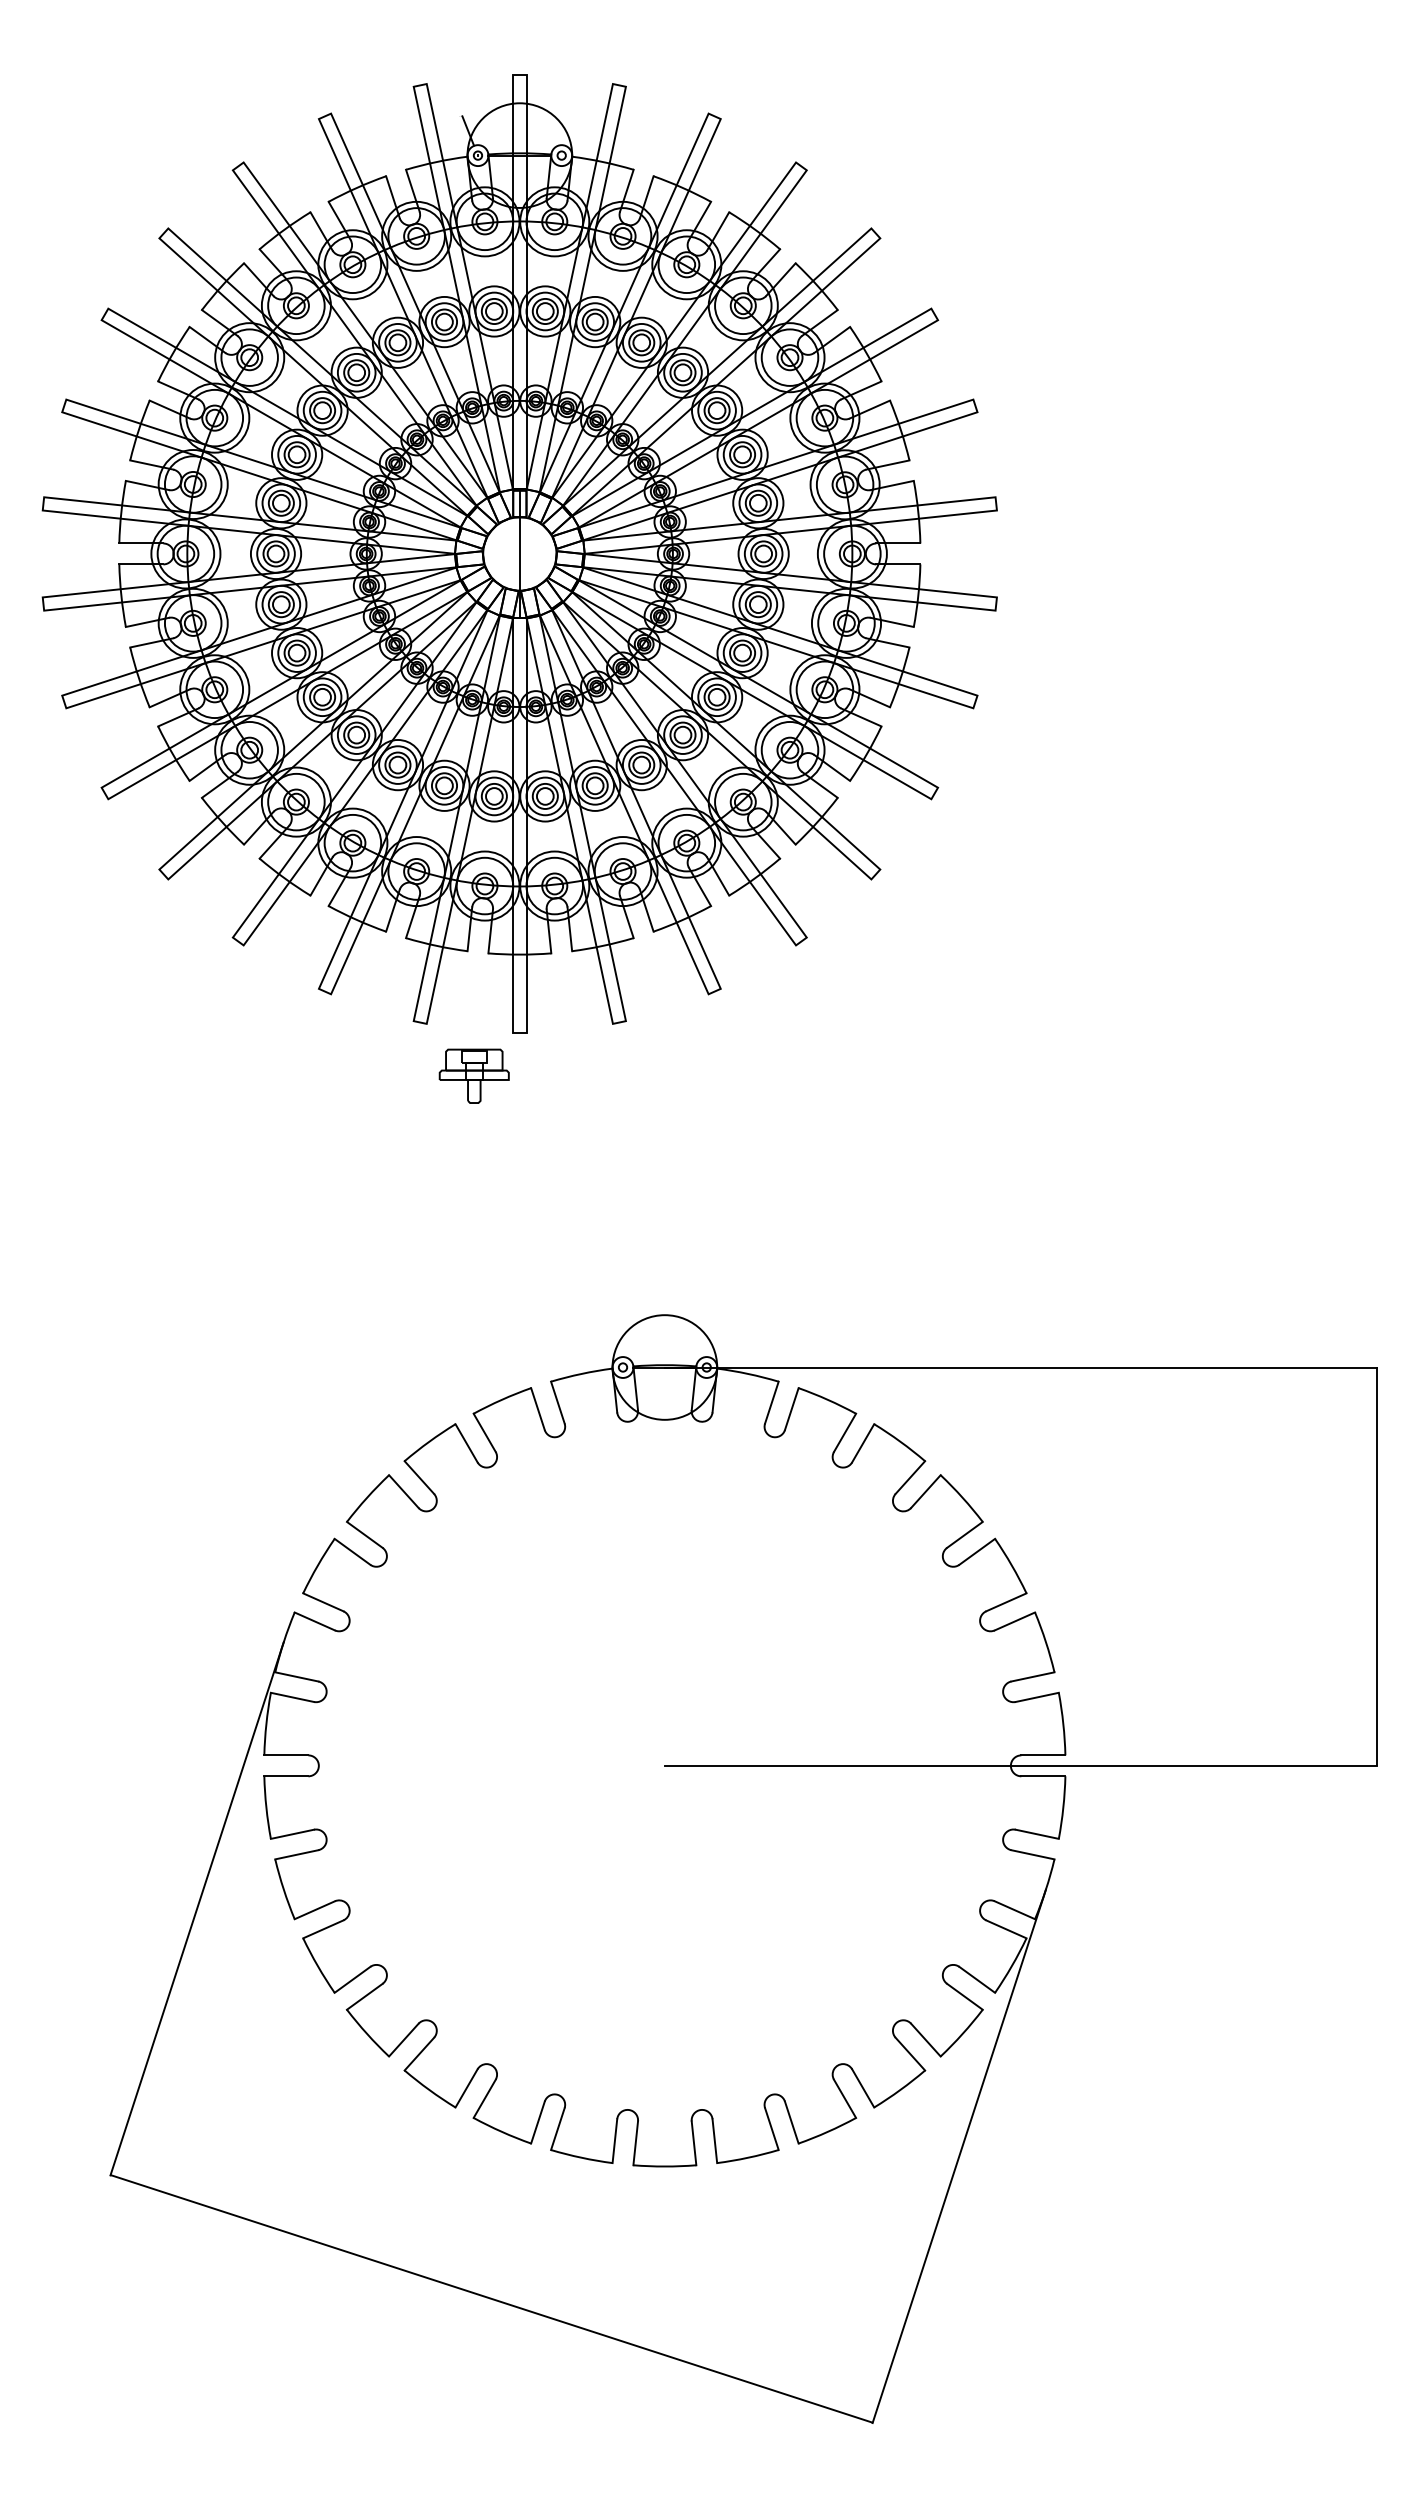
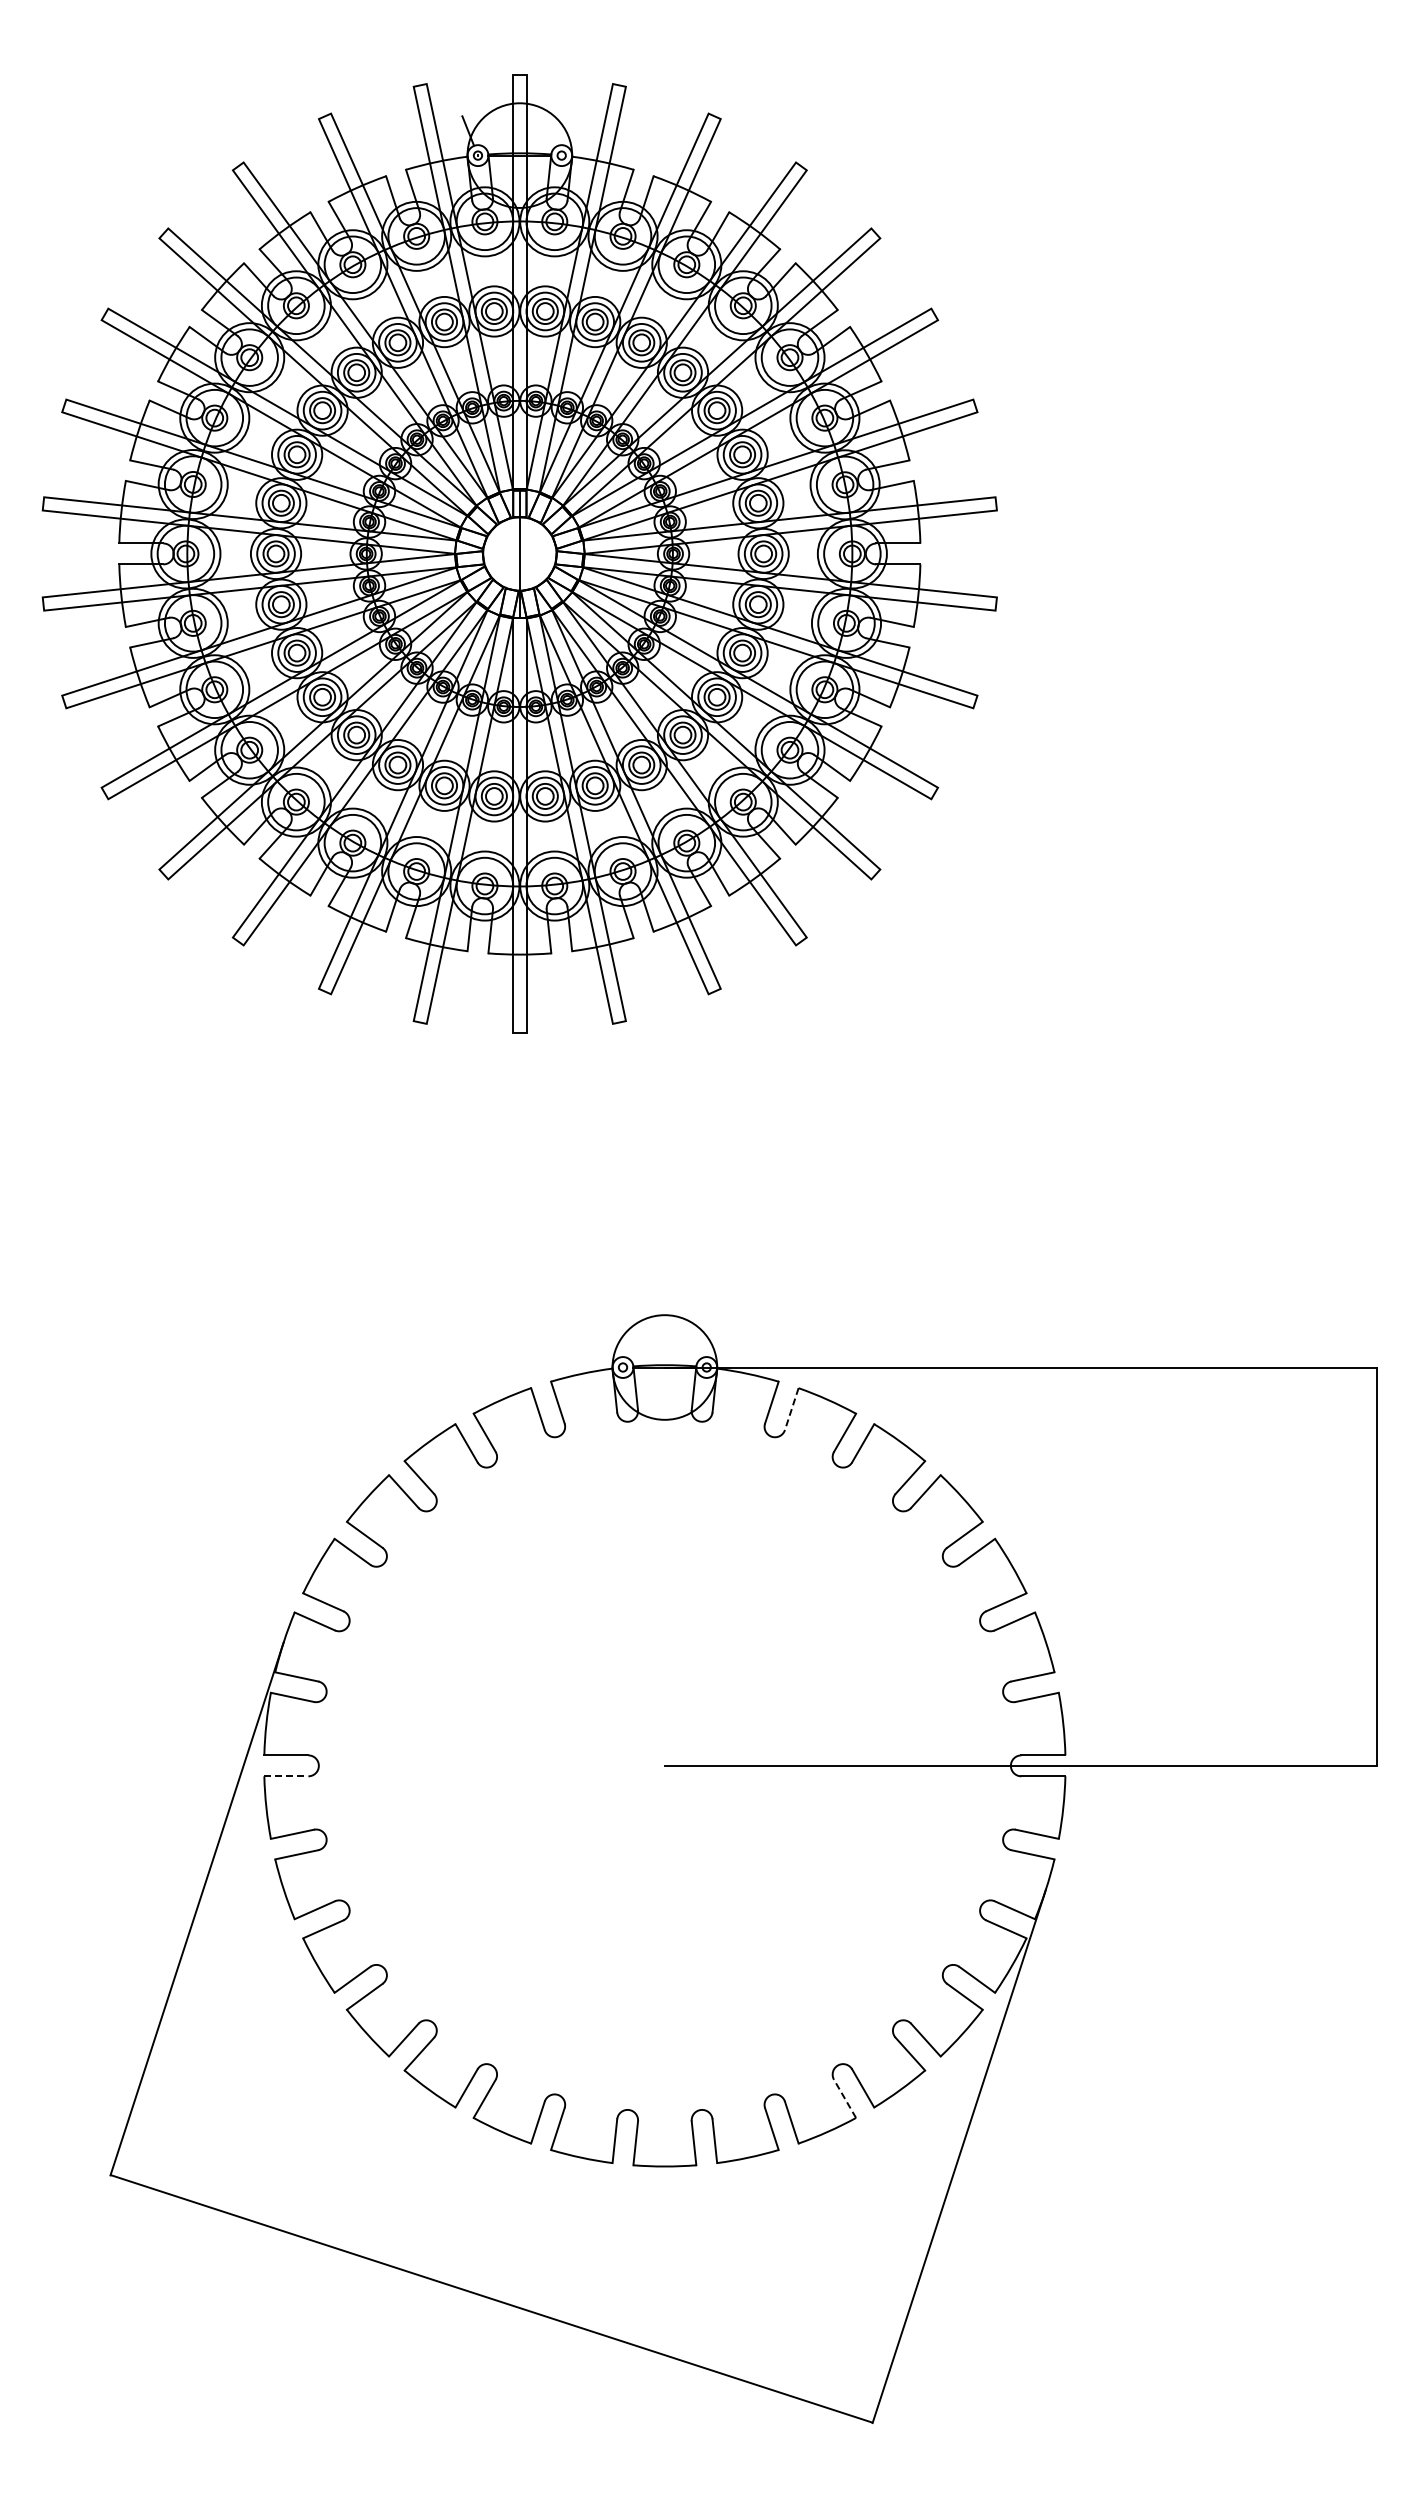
part at (473, 1075): present -> none
line at (791, 1409): solid -> dashed
line at (286, 1776): solid -> dashed
line at (844, 2098): solid -> dashed
